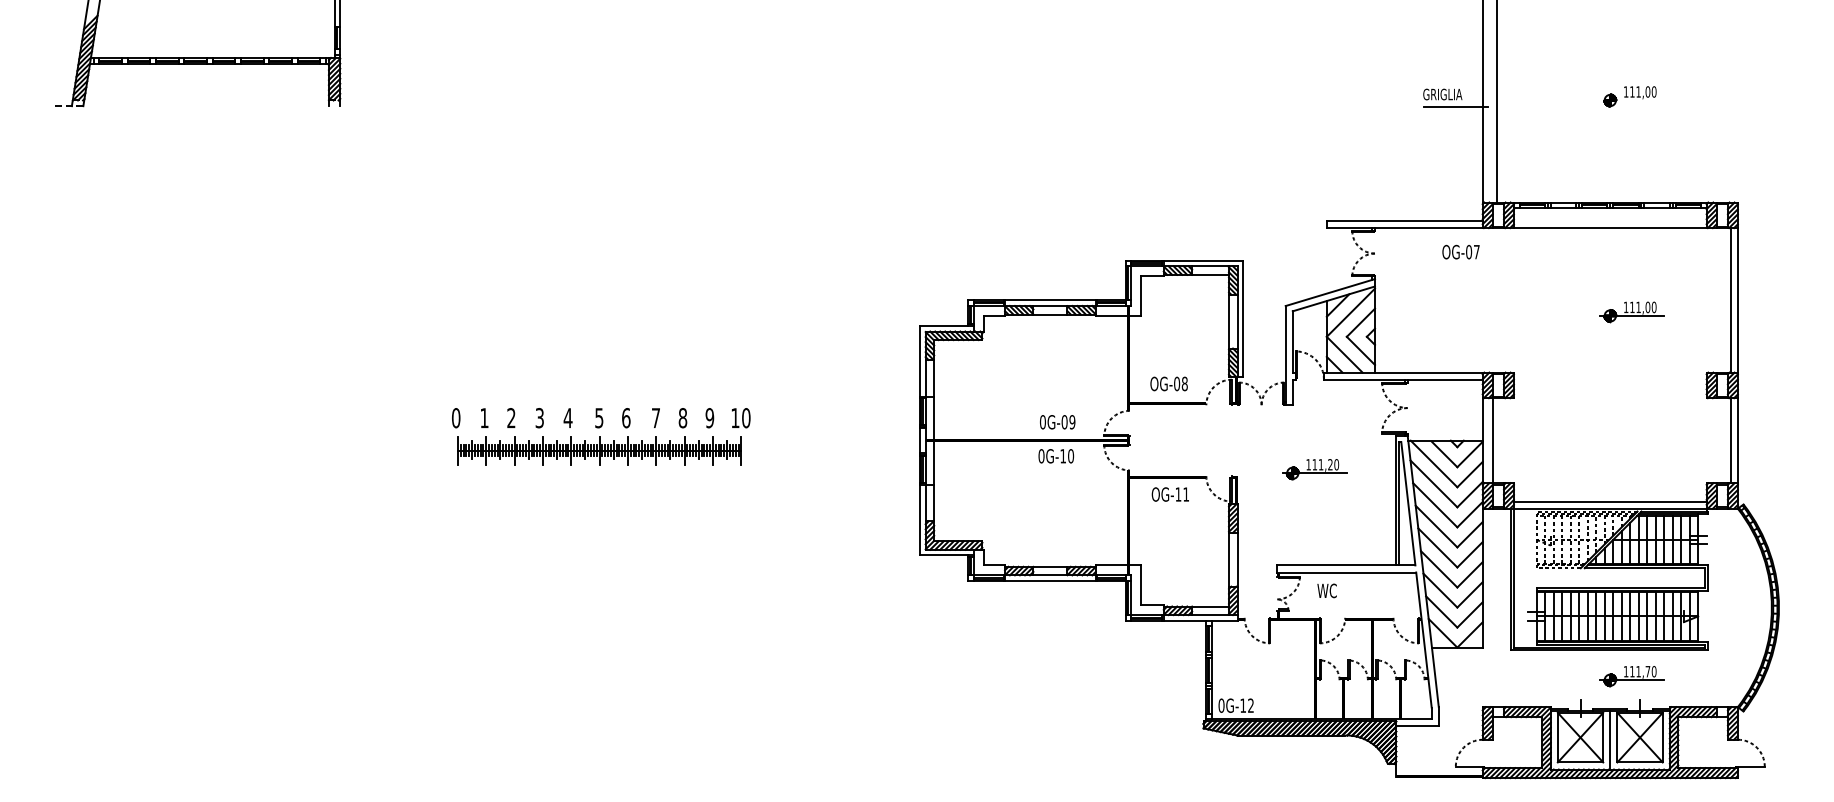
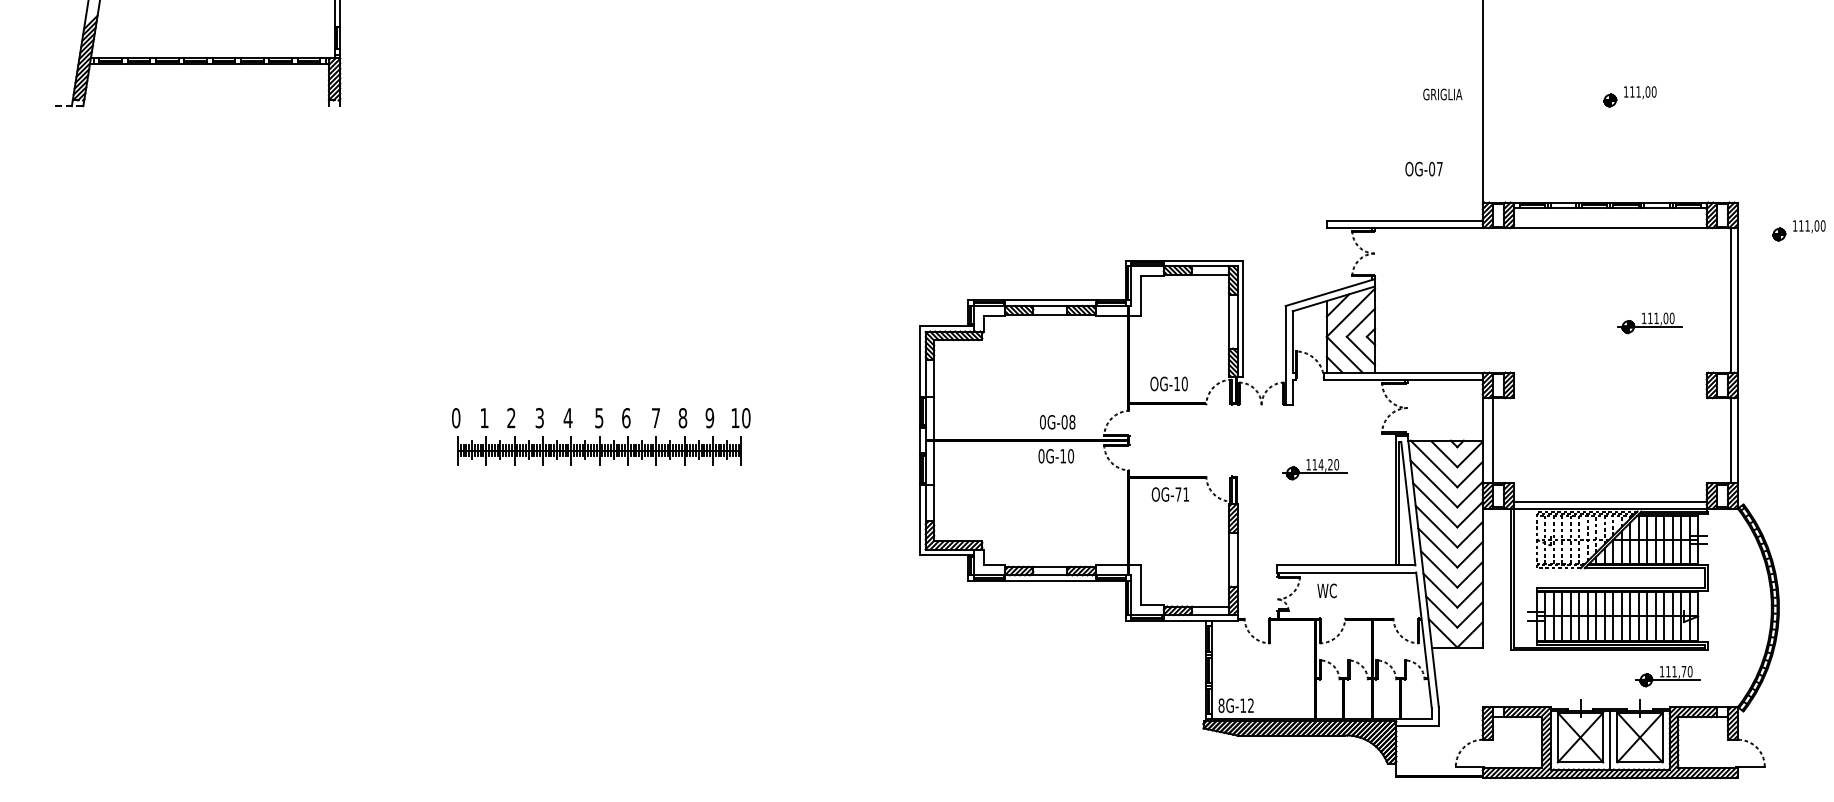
line at (1496, 102): present -> none
line at (1455, 106): present -> none
part at (1798, 230): none -> present
text at (1460, 251) position: (1460, 251) -> (1423, 168)
part at (1631, 312) position: (1631, 312) -> (1649, 323)
text at (1180, 383): OG-08 -> OG-10
text at (1072, 422): 0G-09 -> 0G-08
text at (1320, 464): 111,20 -> 114,20
text at (1178, 494): OG-11 -> OG-71
part at (1631, 676) position: (1631, 676) -> (1667, 676)
text at (1221, 705): 0G-12 -> 8G-12
